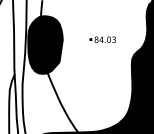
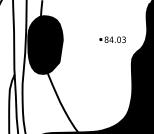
part at (102, 39) position: (102, 39) -> (112, 39)
